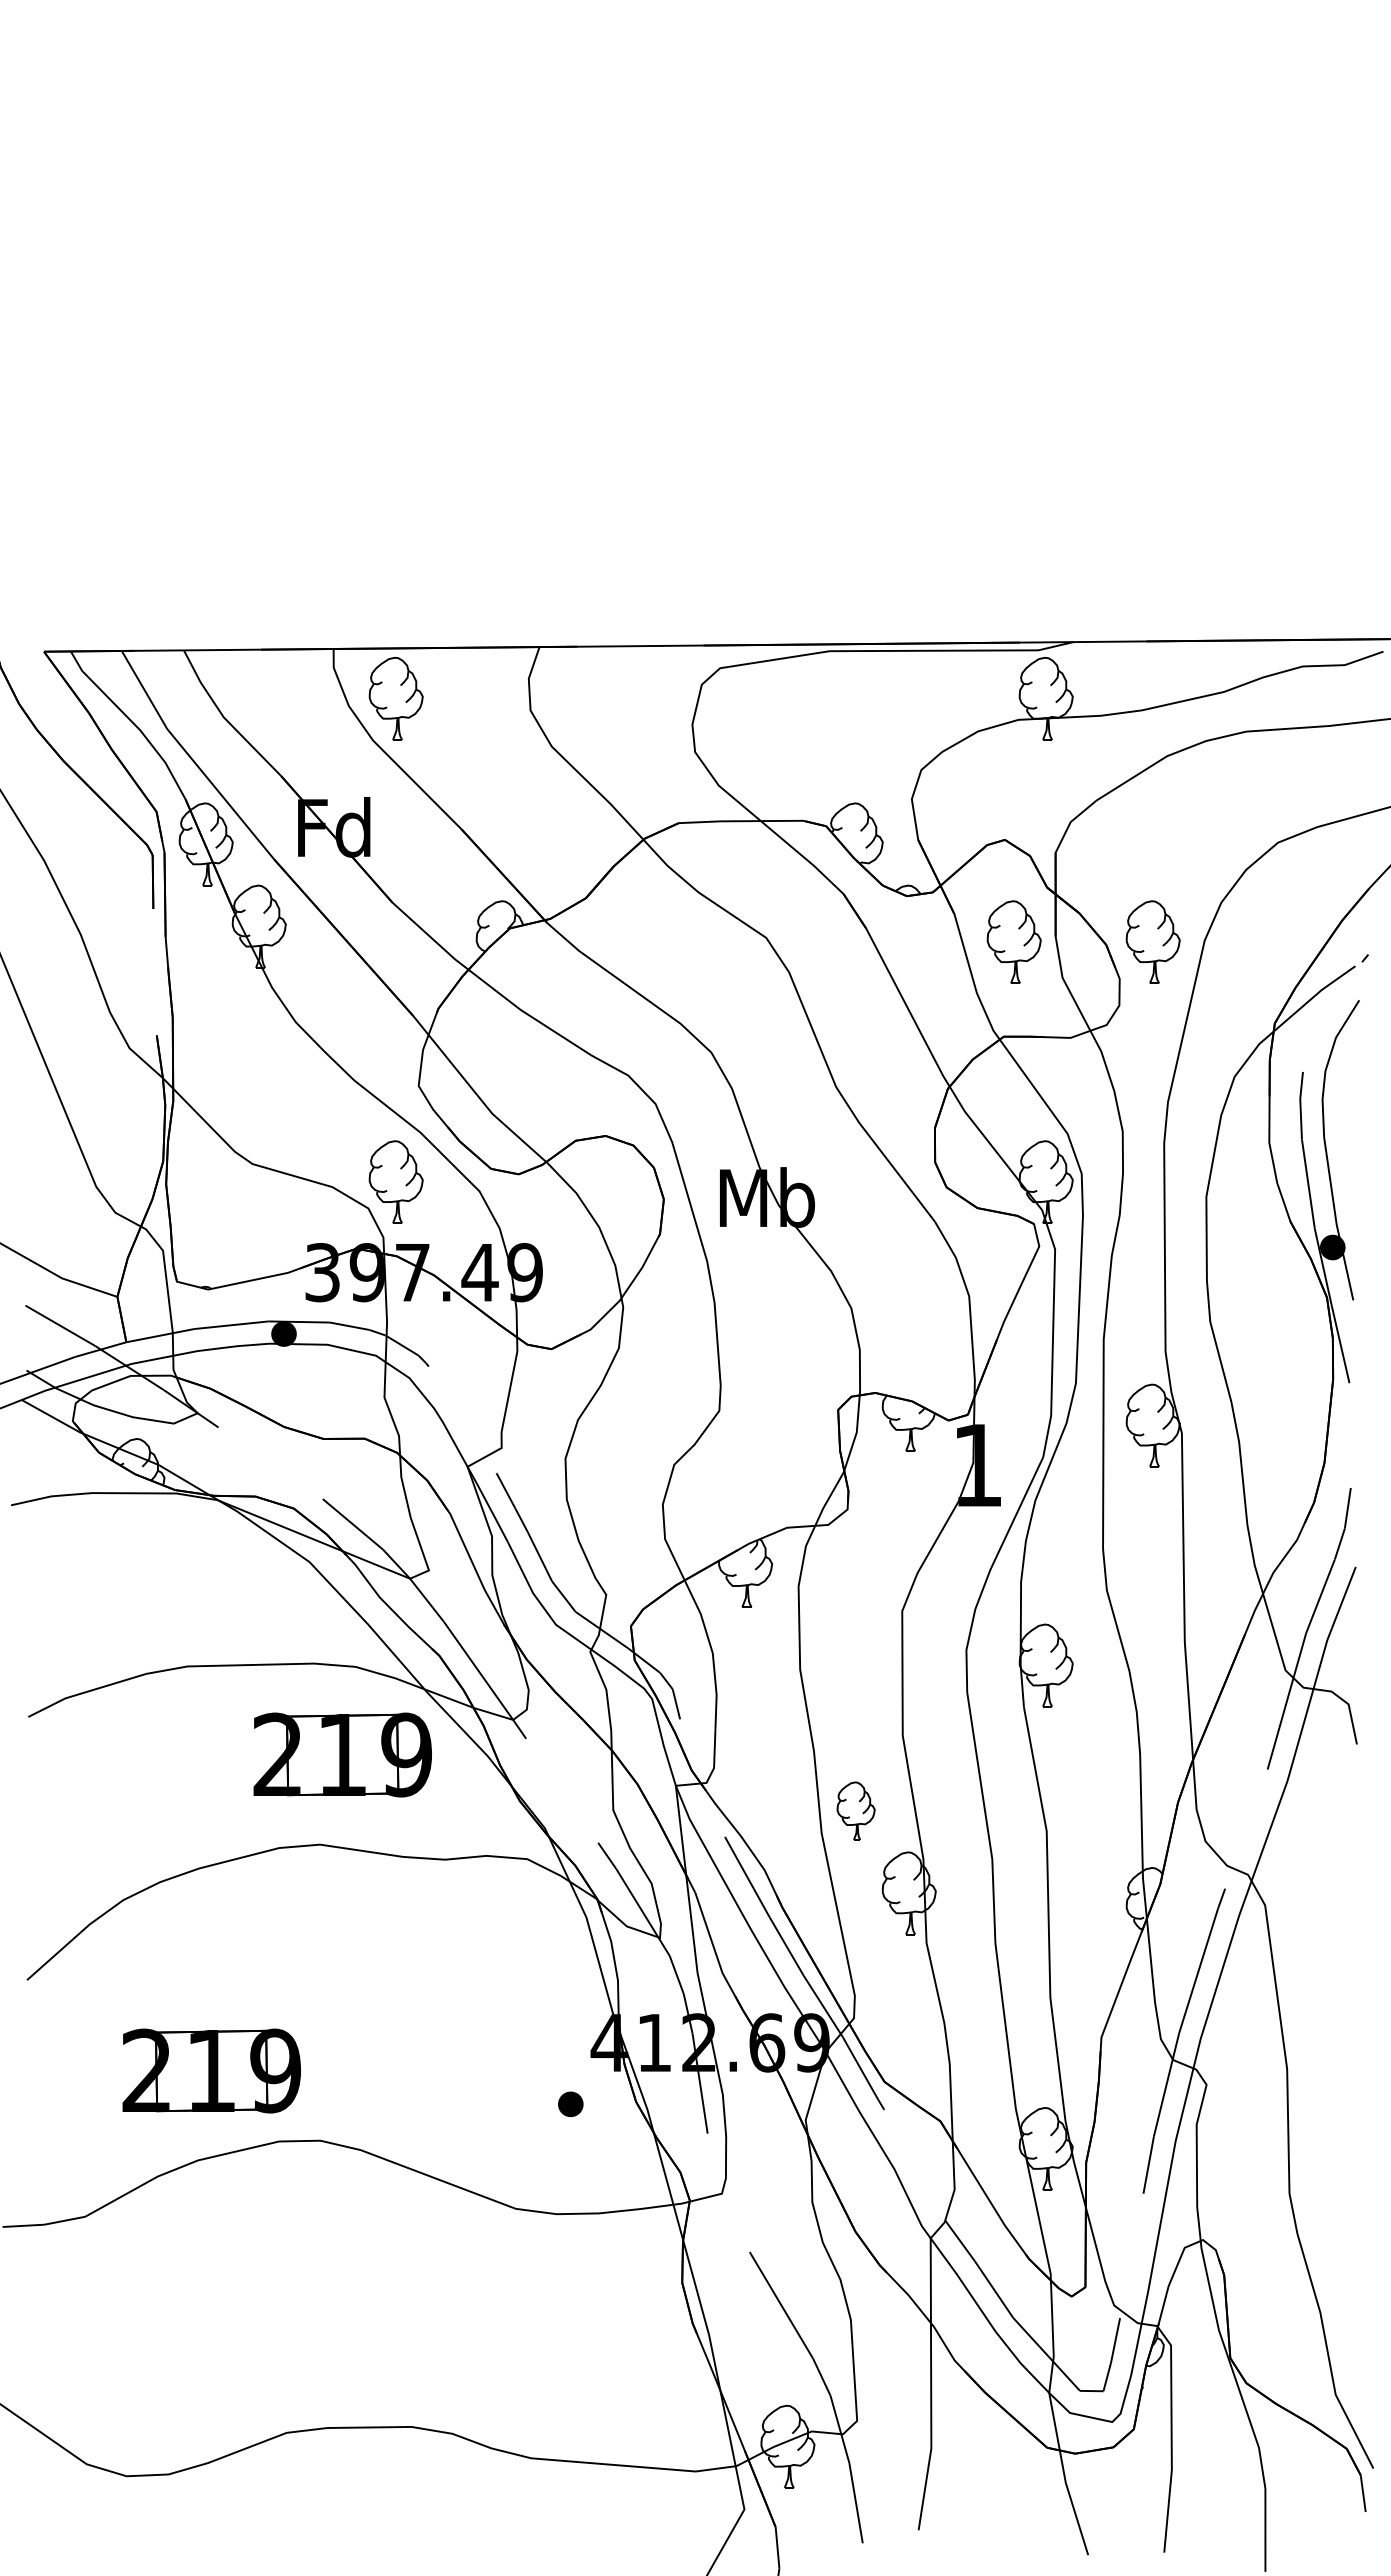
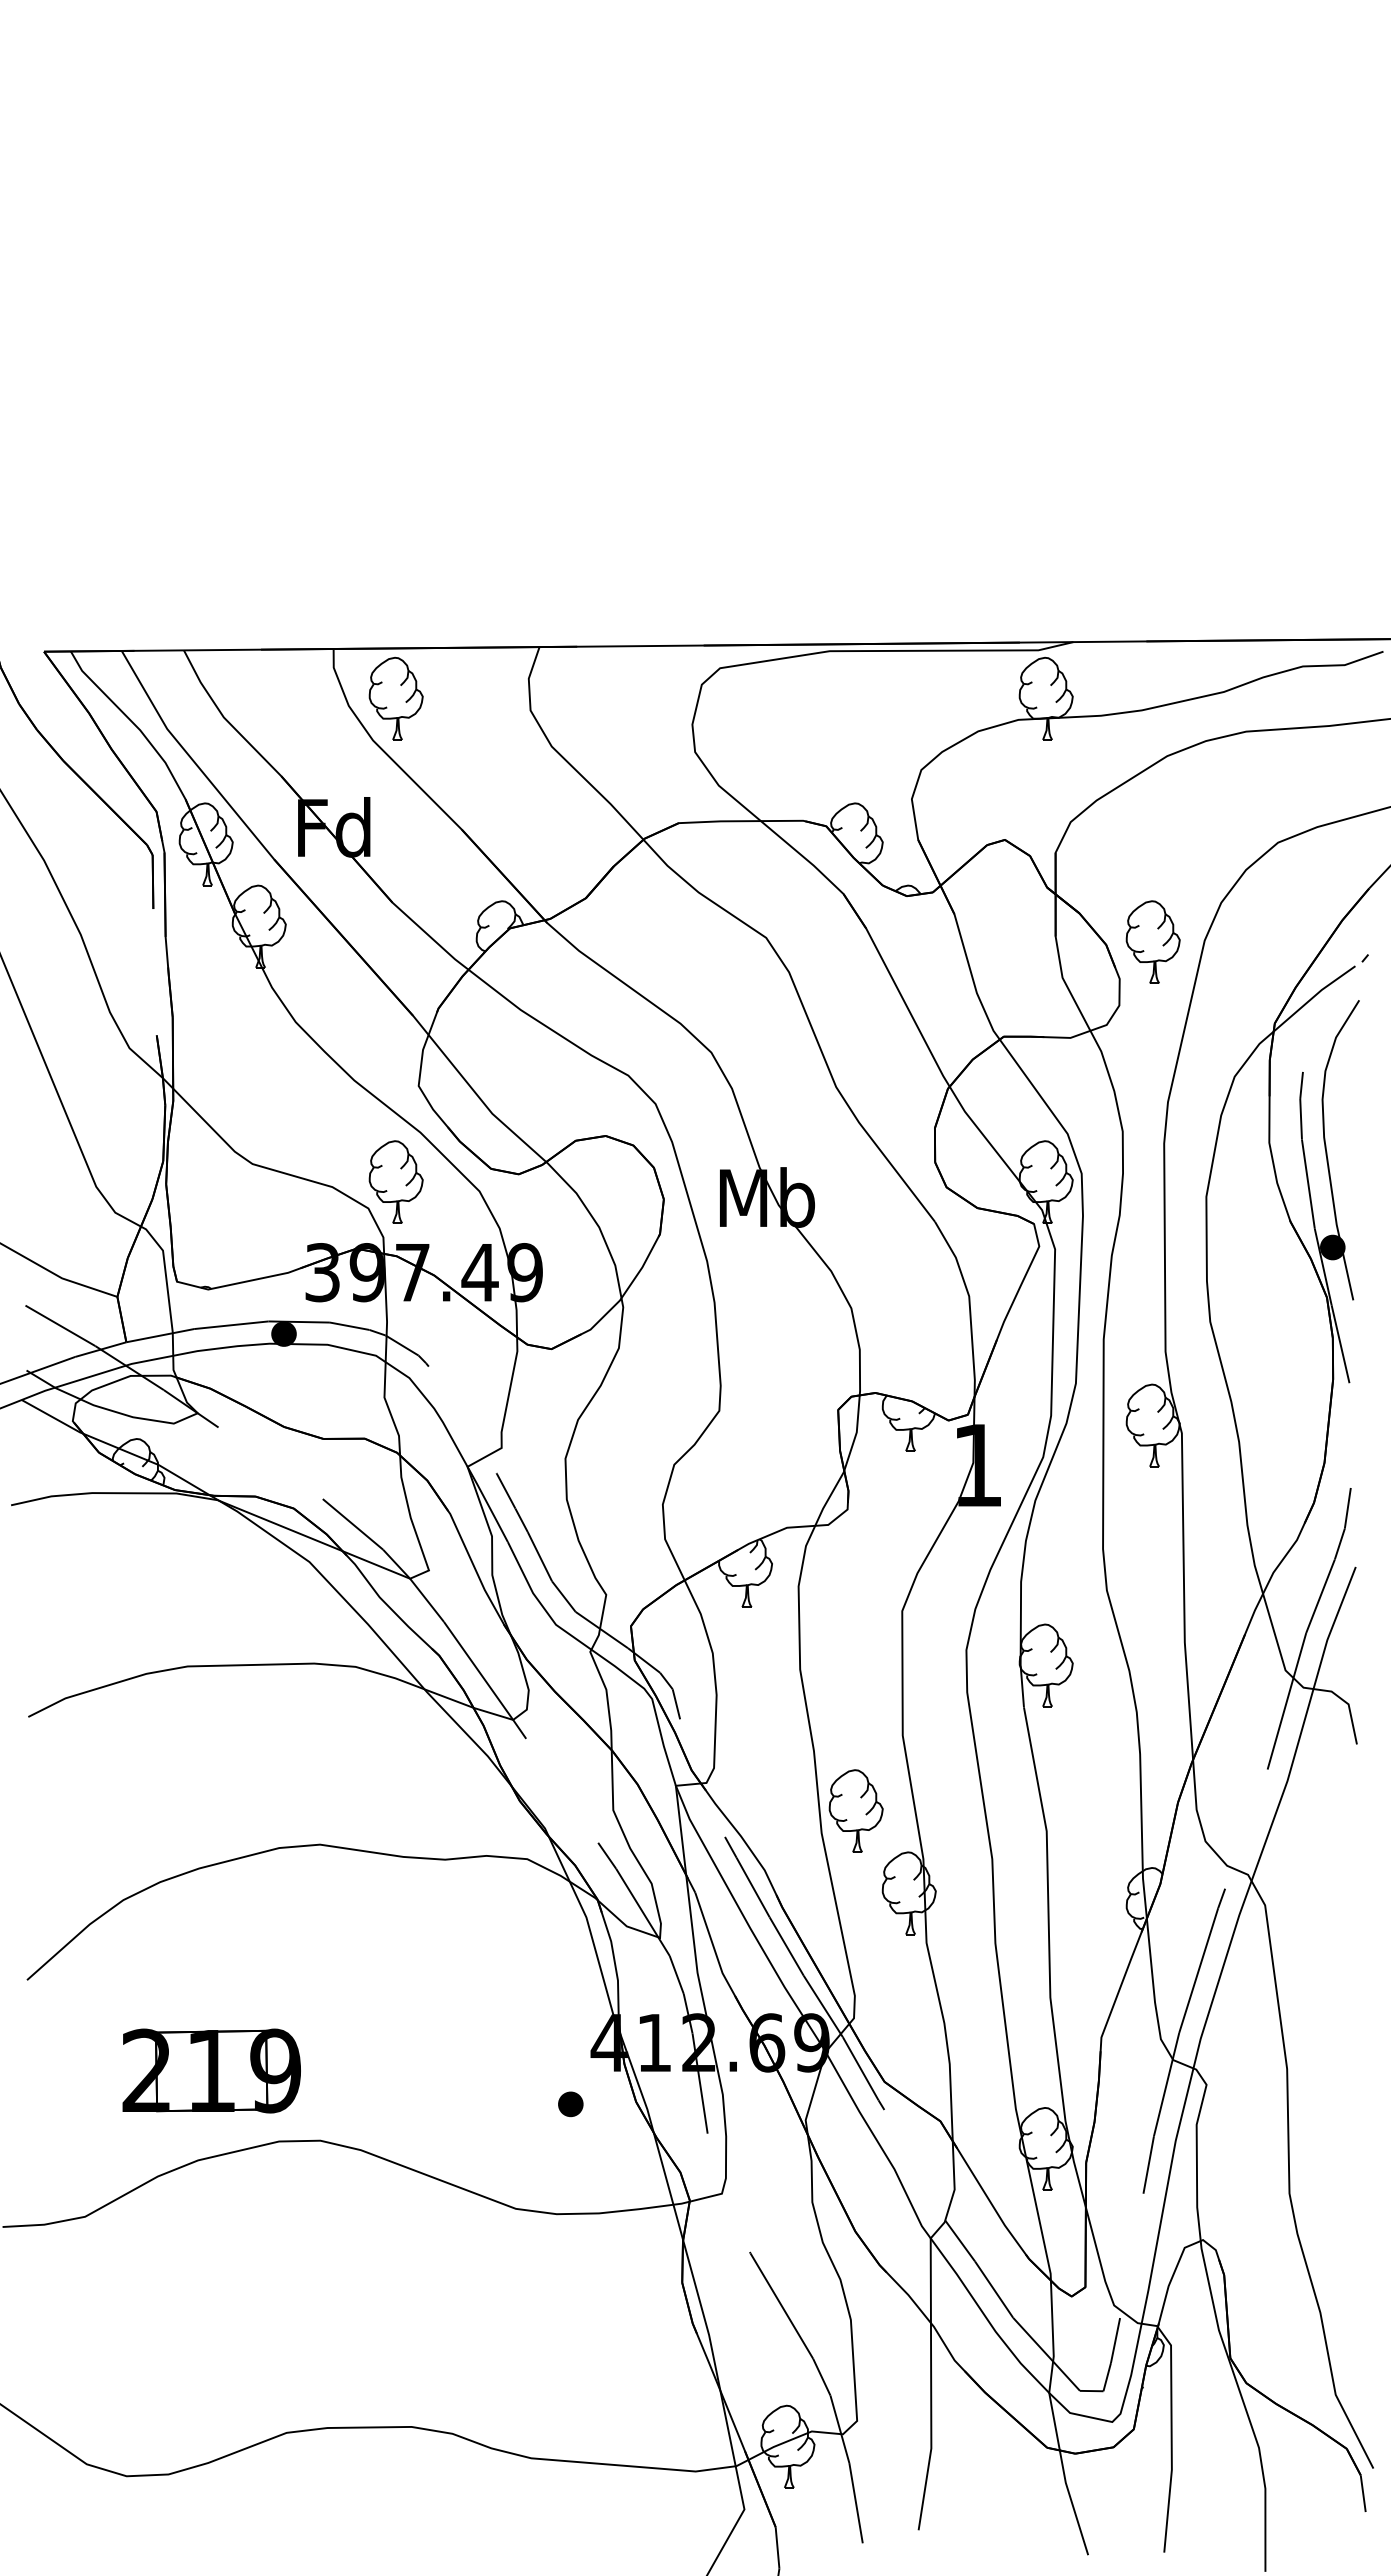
part at (1013, 941): present -> none
part at (342, 1754): present -> none
part at (855, 1810) size: 40x60 px -> 56x84 px
